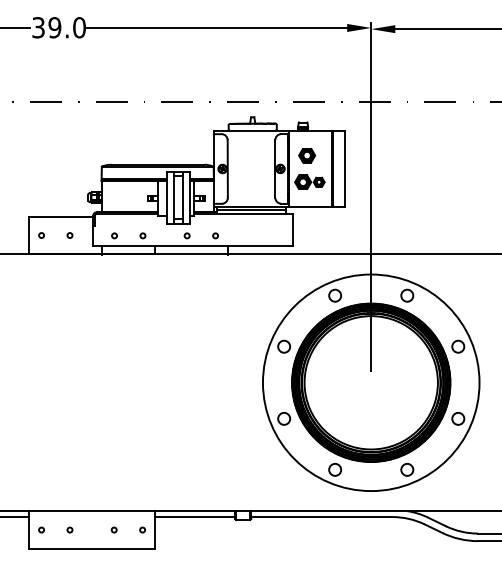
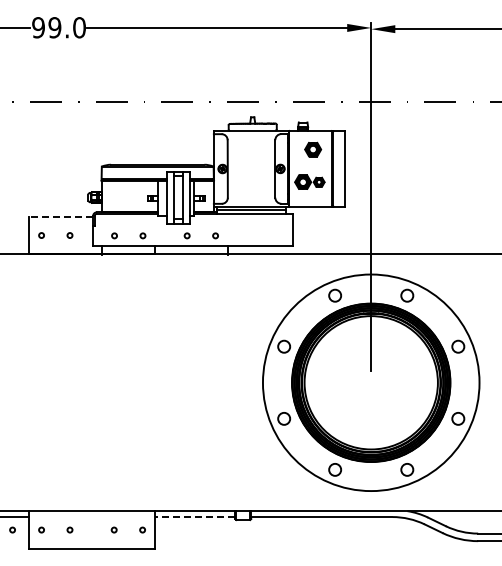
text at (38, 27): 39.0 -> 99.0
part at (307, 155) position: (307, 155) -> (313, 149)
line at (60, 216): solid -> dashed
line at (194, 517): solid -> dashed
circle at (12, 529): none -> present
